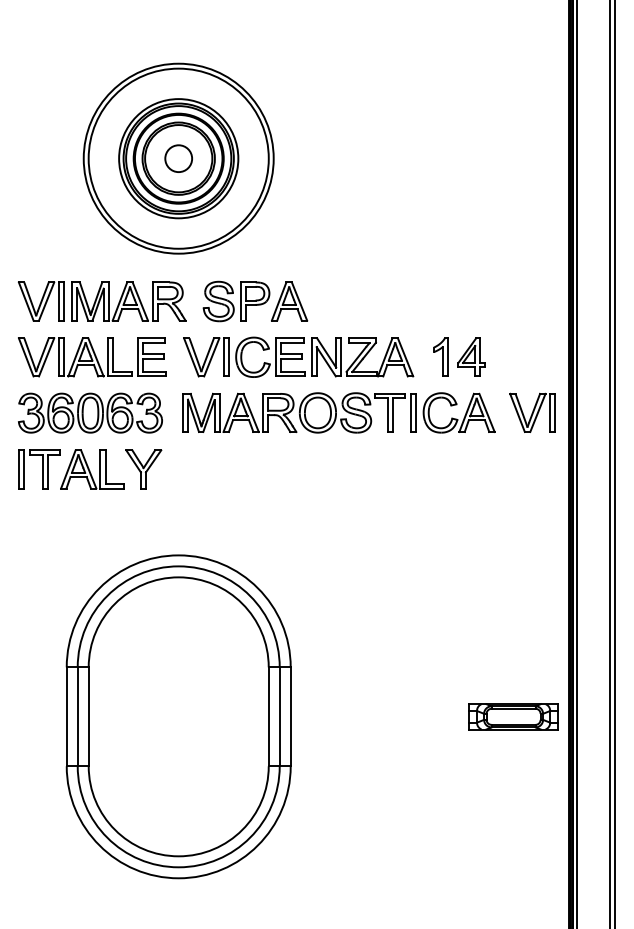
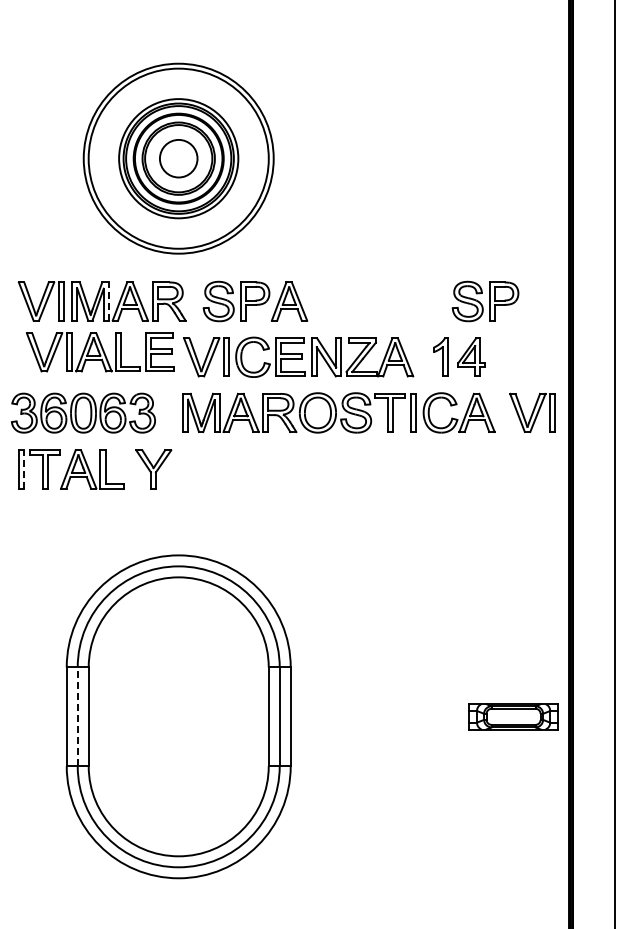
circle at (178, 158) diameter: 27 px -> 38 px
line at (108, 301): solid -> dashed
part at (485, 301): none -> present
part at (92, 357) position: (92, 357) -> (100, 352)
part at (90, 412) position: (90, 412) -> (83, 412)
line at (577, 463): present -> none
line at (610, 463): present -> none
line at (23, 468): solid -> dashed
part at (143, 469) position: (143, 469) -> (153, 469)
line at (77, 716): solid -> dashed
